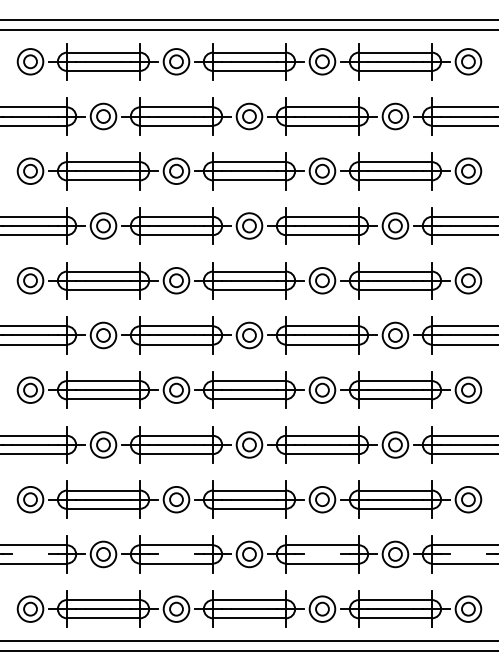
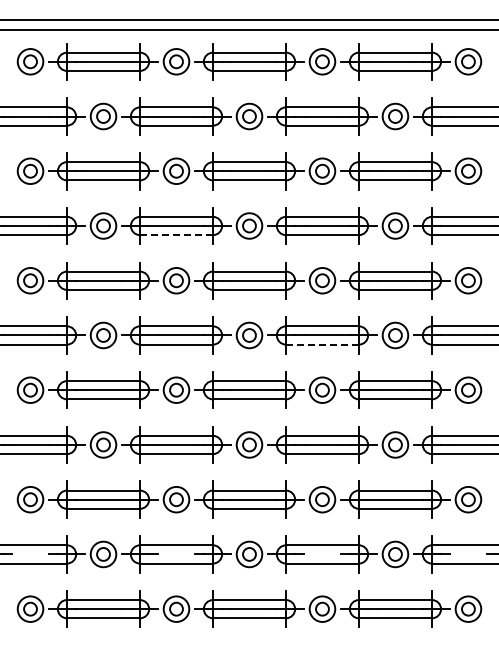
line at (177, 235): solid -> dashed
line at (322, 344): solid -> dashed
line at (248, 641): present -> none
line at (248, 651): present -> none
